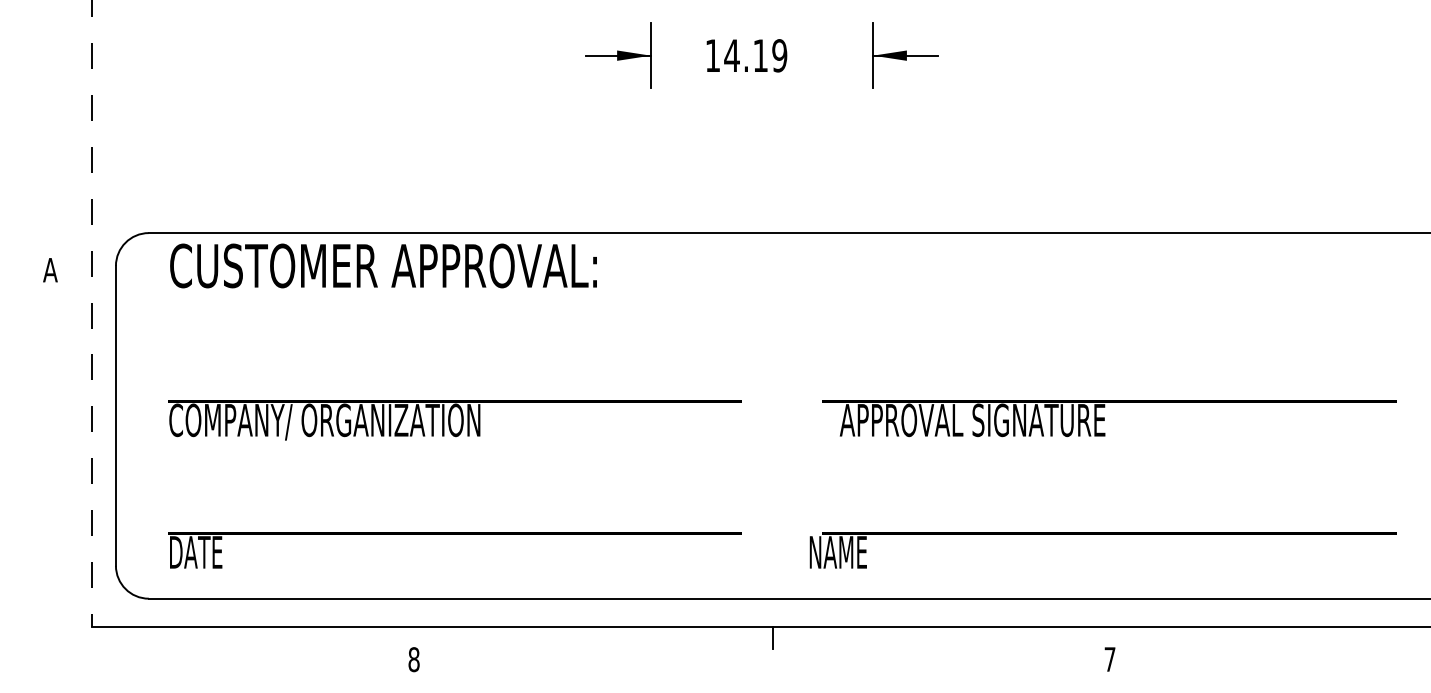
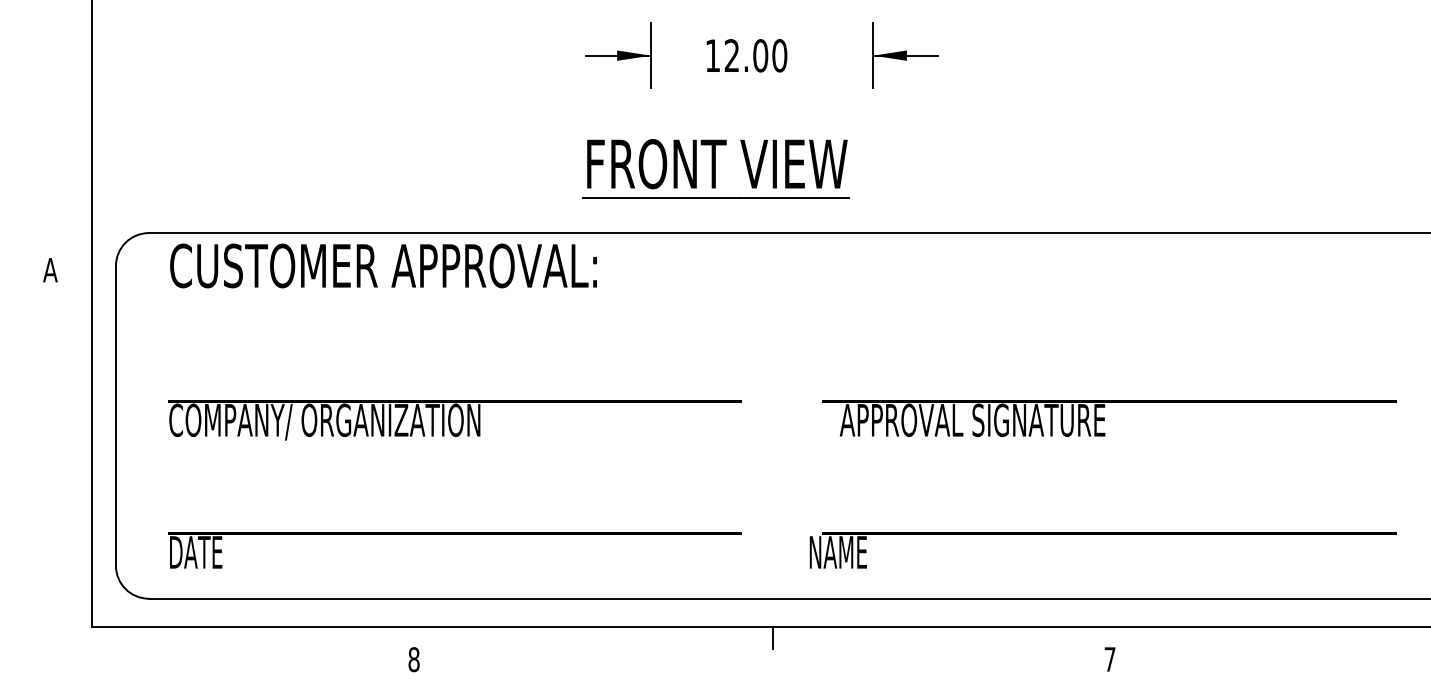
text at (755, 55): 14.19 -> 12.00
part at (715, 168): none -> present
line at (92, 313): dashed -> solid
